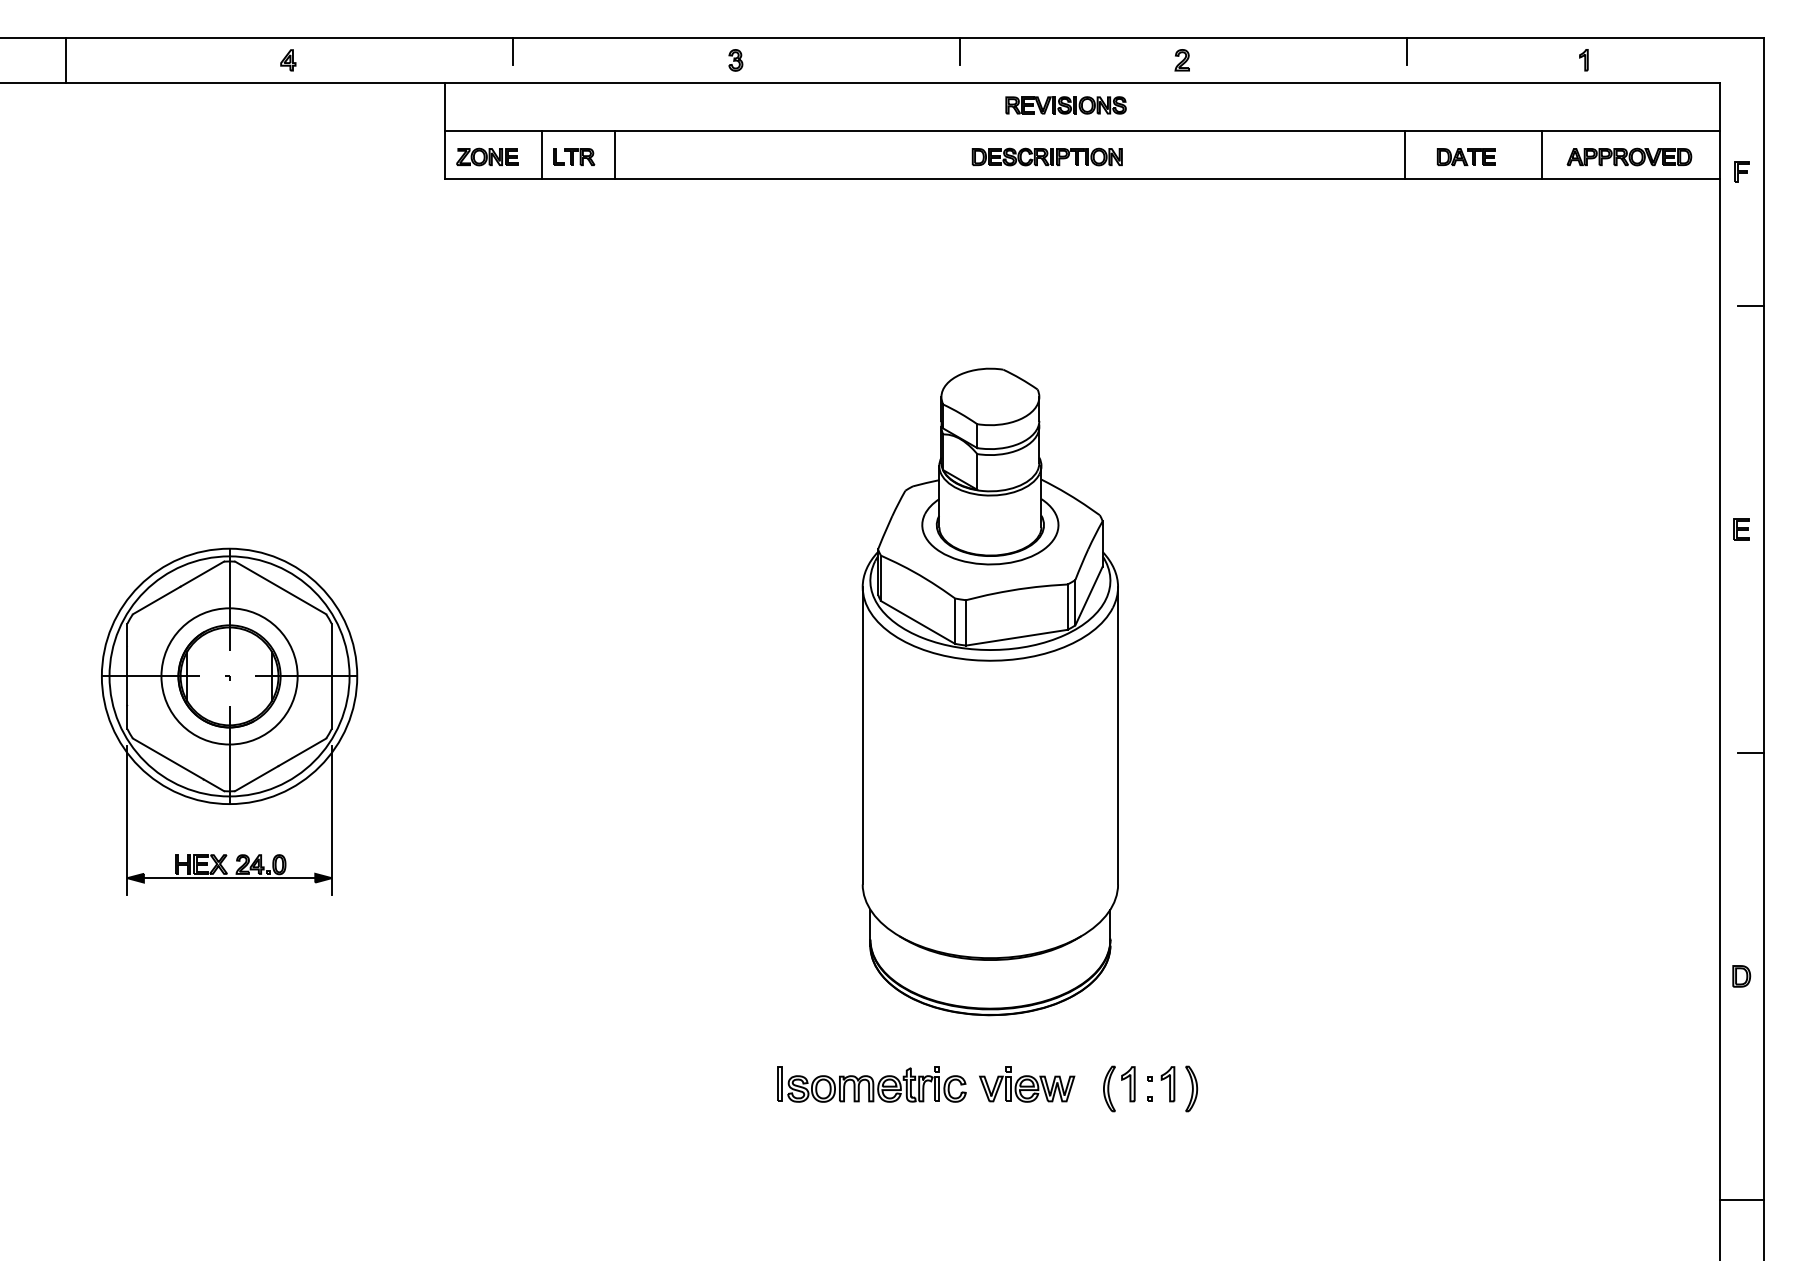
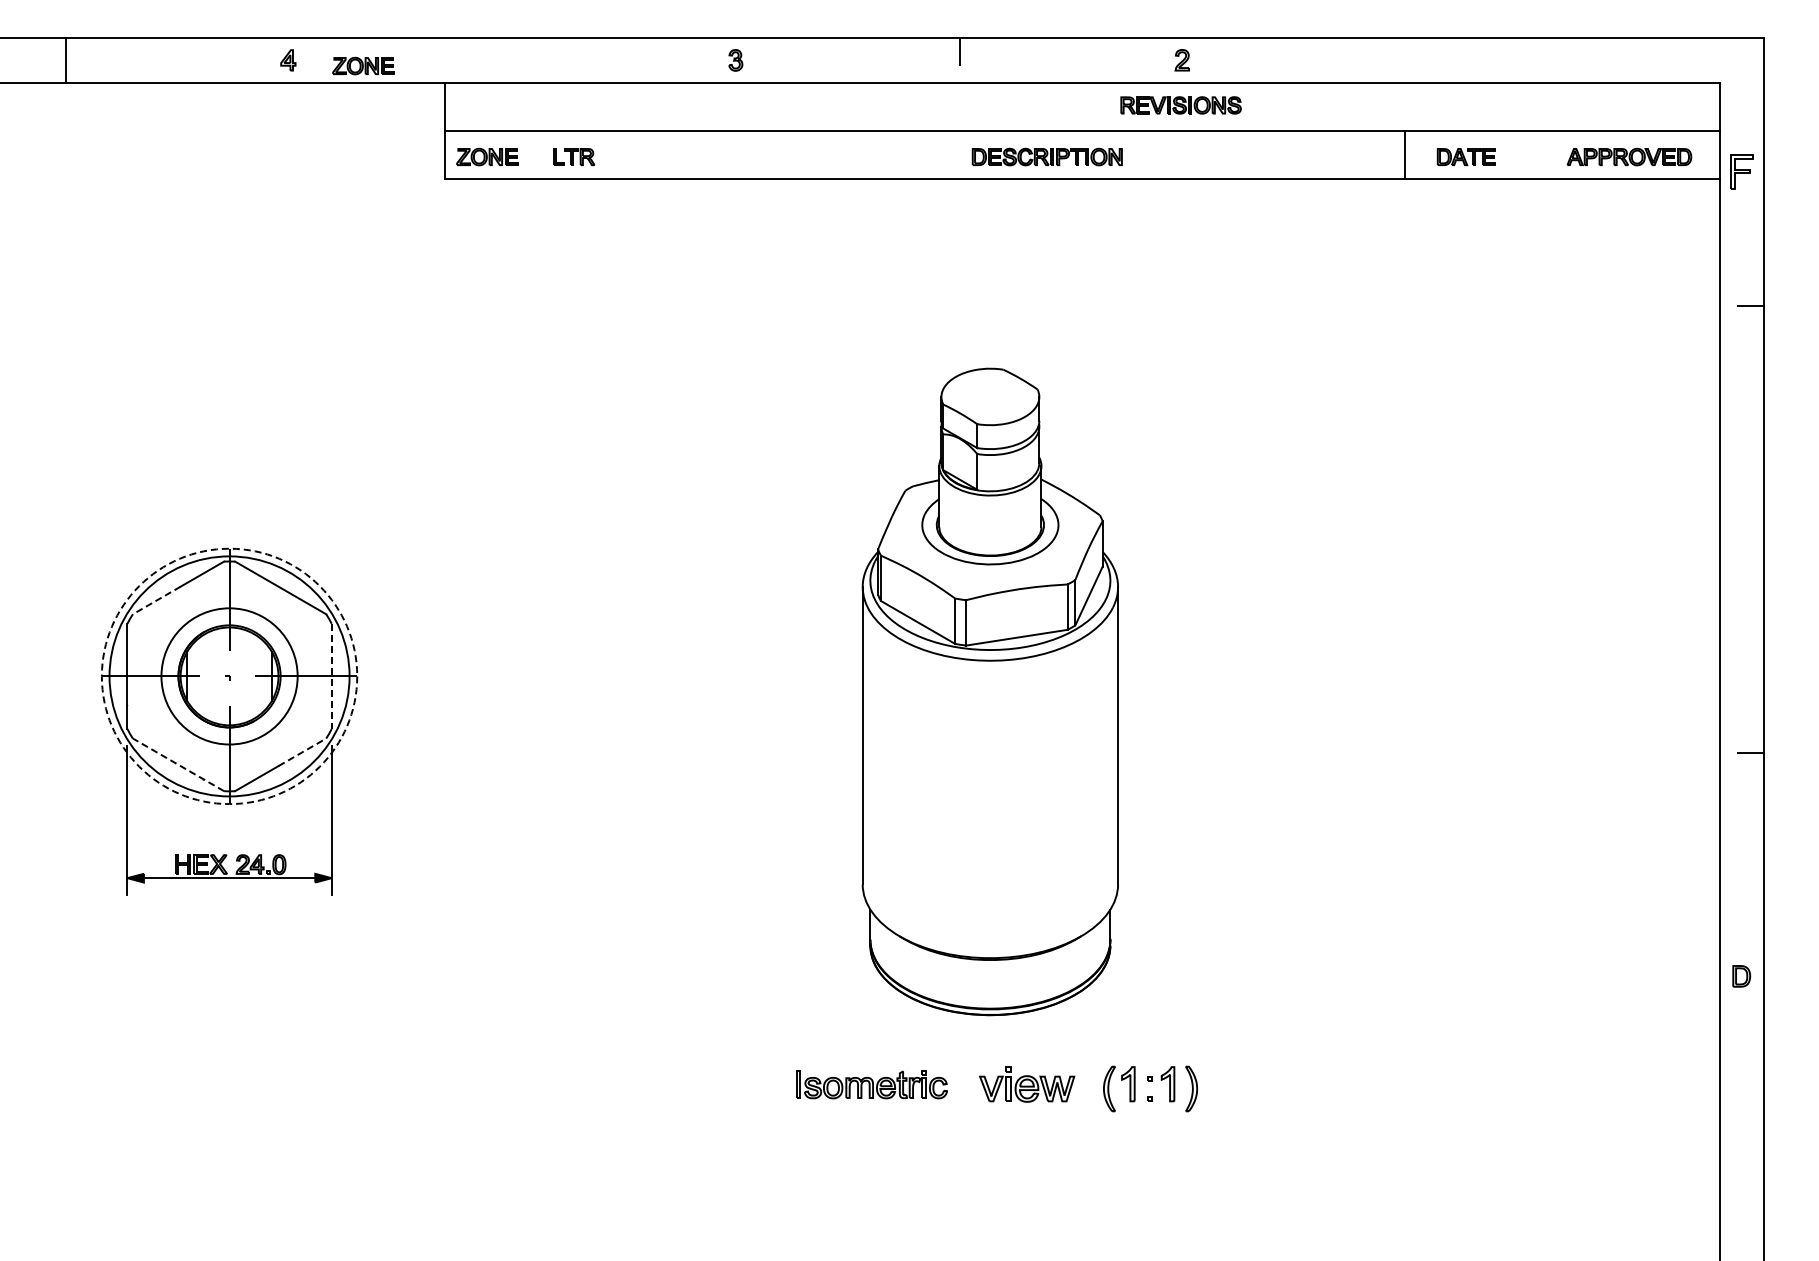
line at (513, 50): present -> none
line at (1406, 50): present -> none
part at (1583, 60): present -> none
part at (363, 65): none -> present
part at (1065, 105) position: (1065, 105) -> (1180, 105)
line at (542, 155): present -> none
line at (614, 155): present -> none
line at (1542, 155): present -> none
part at (1741, 171) size: 16x22 px -> 24x36 px
part at (1741, 529): present -> none
line at (156, 600): solid -> dashed
circle at (229, 676): solid -> dashed
line at (331, 676): solid -> dashed
line at (302, 752): solid -> dashed
line at (178, 764): solid -> dashed
part at (871, 1084) size: 190x37 px -> 152x30 px
line at (1741, 1199): present -> none
